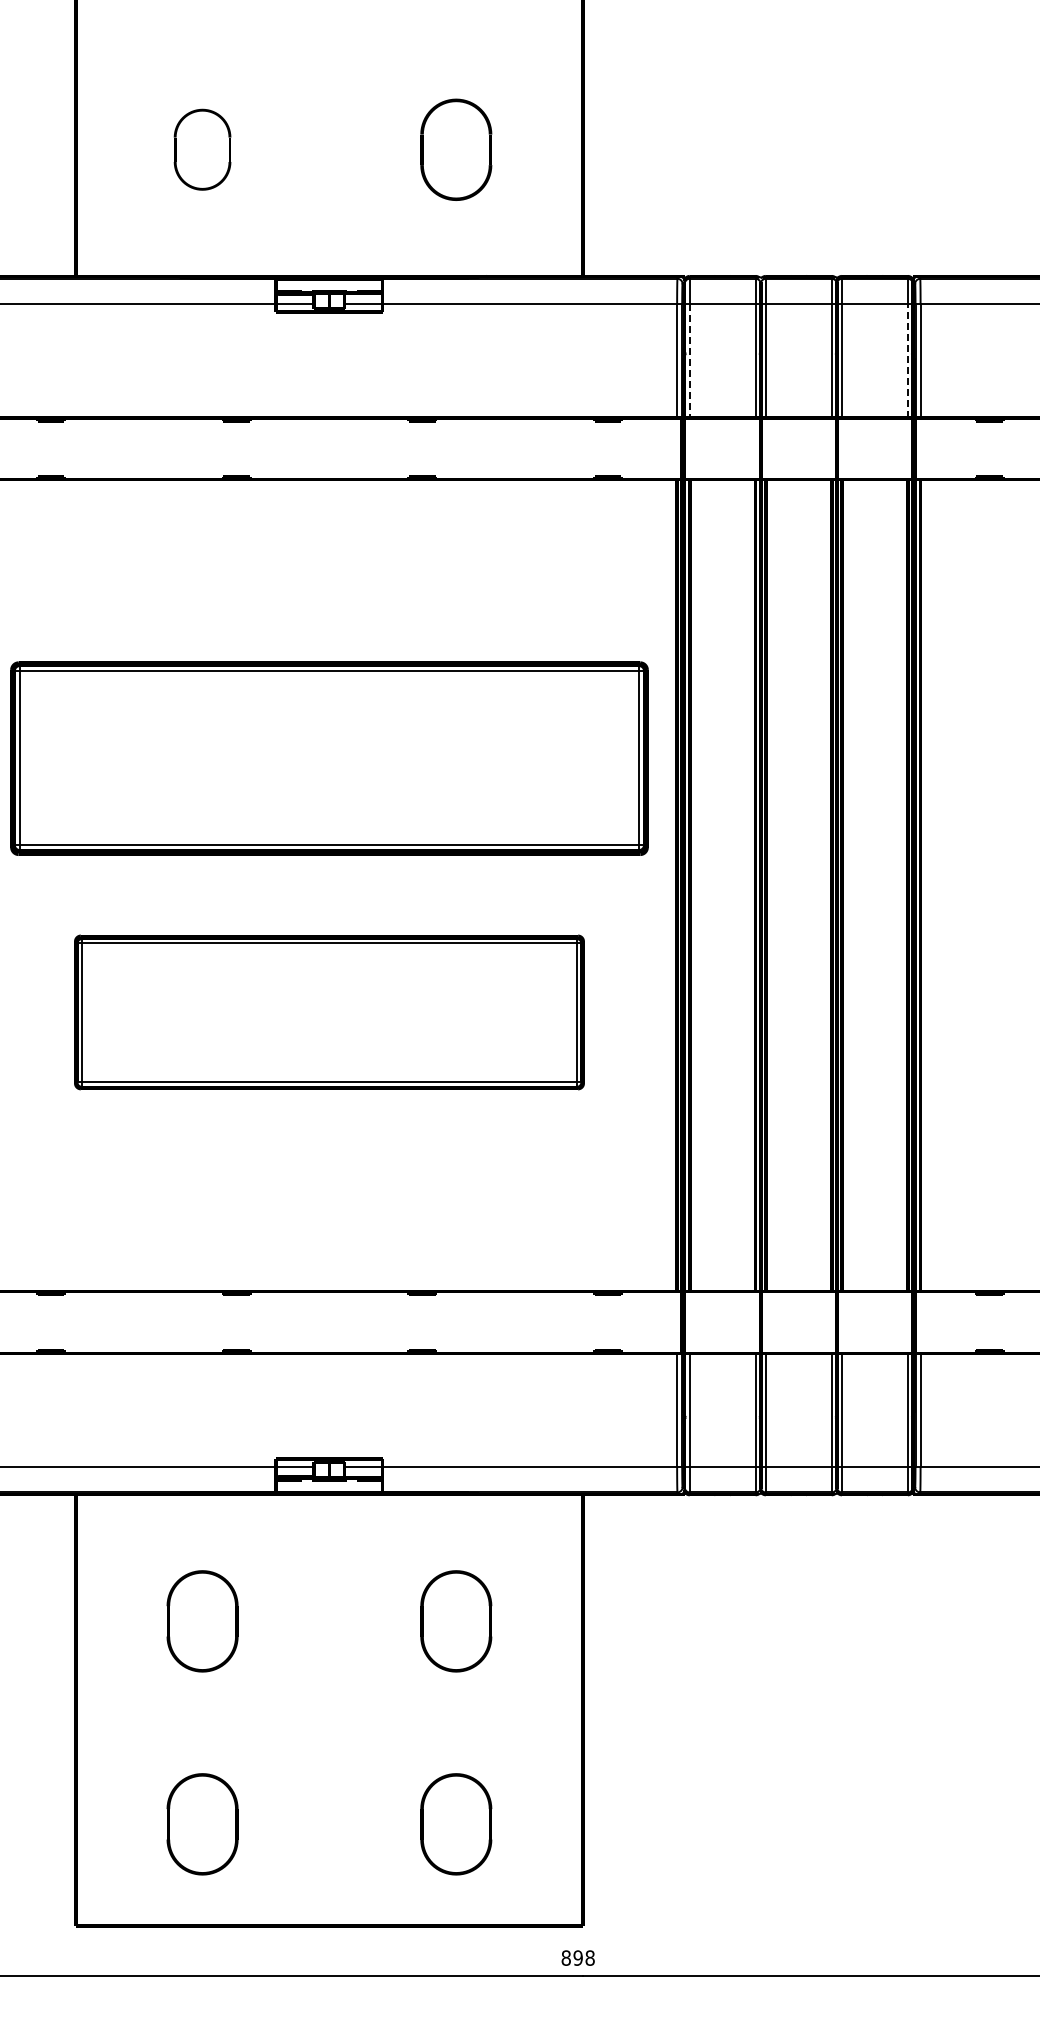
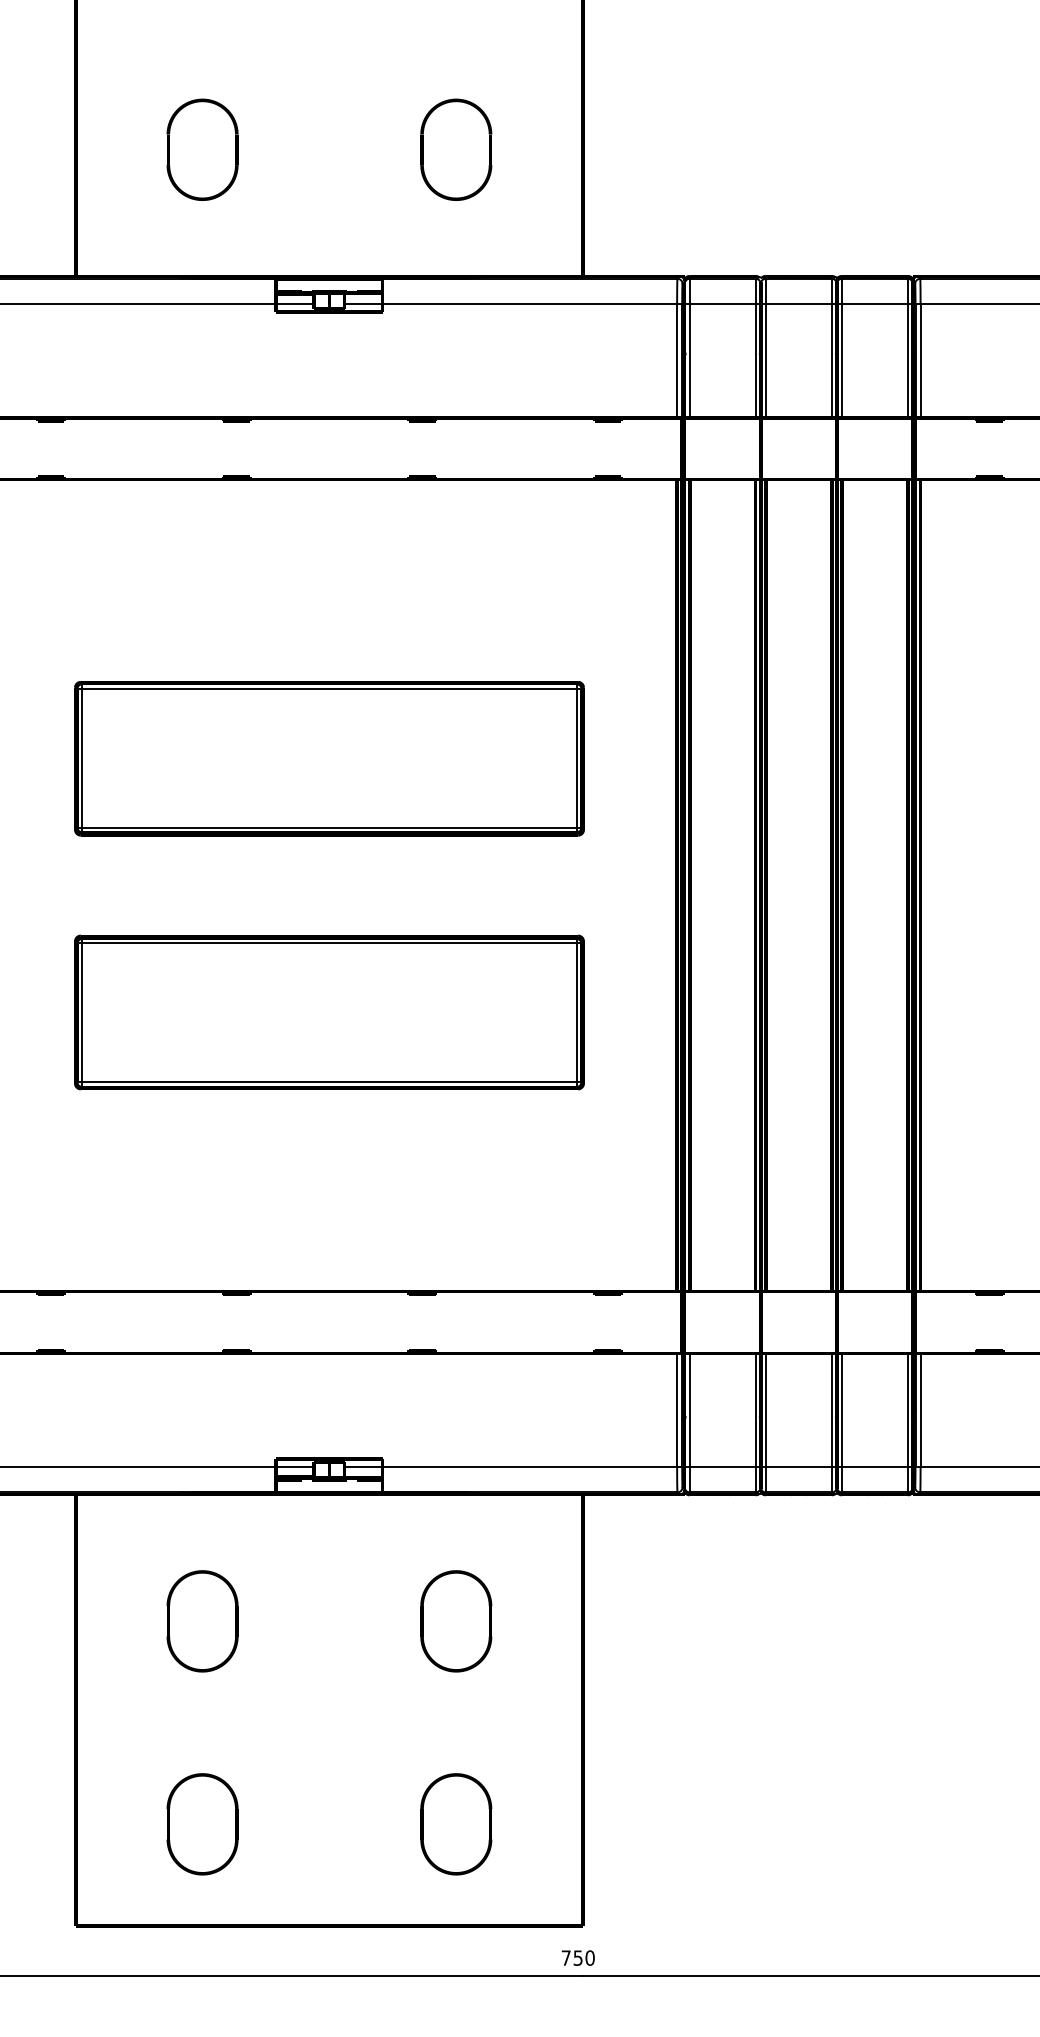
part at (202, 149) size: 59x83 px -> 73x103 px
line at (689, 361): dashed -> solid
line at (907, 361): dashed -> solid
part at (329, 758) size: 639x195 px -> 511x156 px
text at (577, 1957): 898 -> 750
